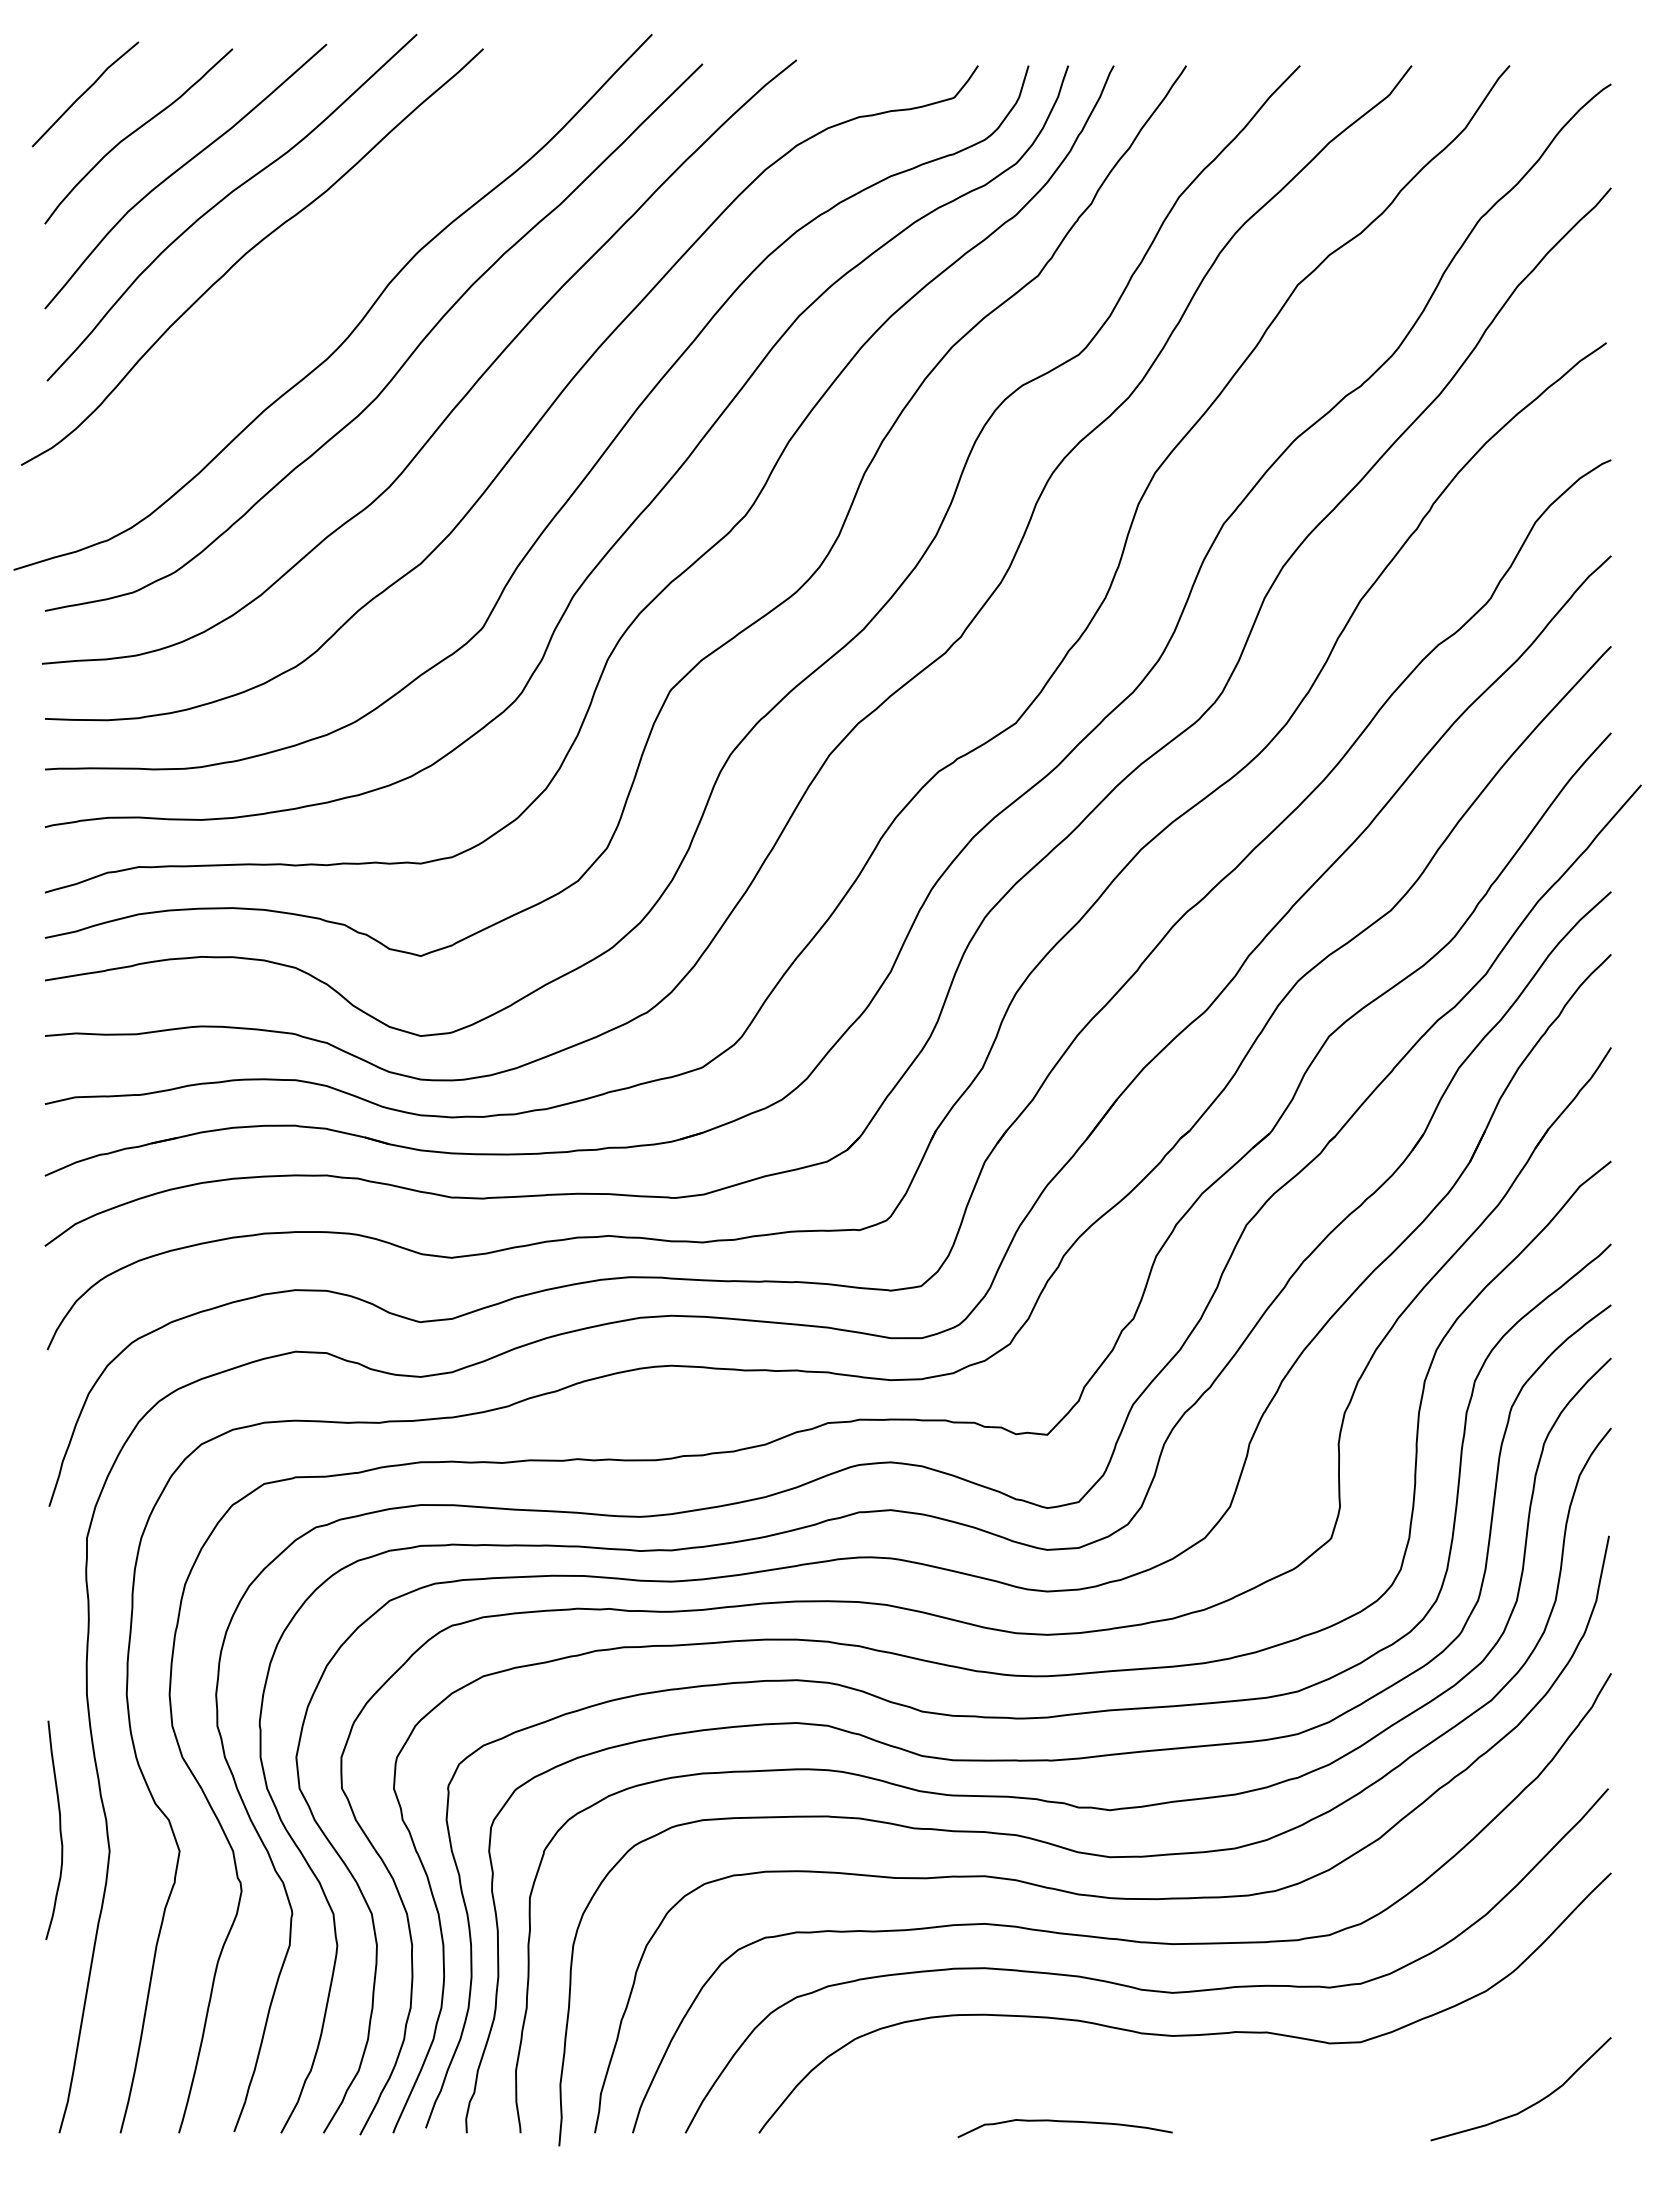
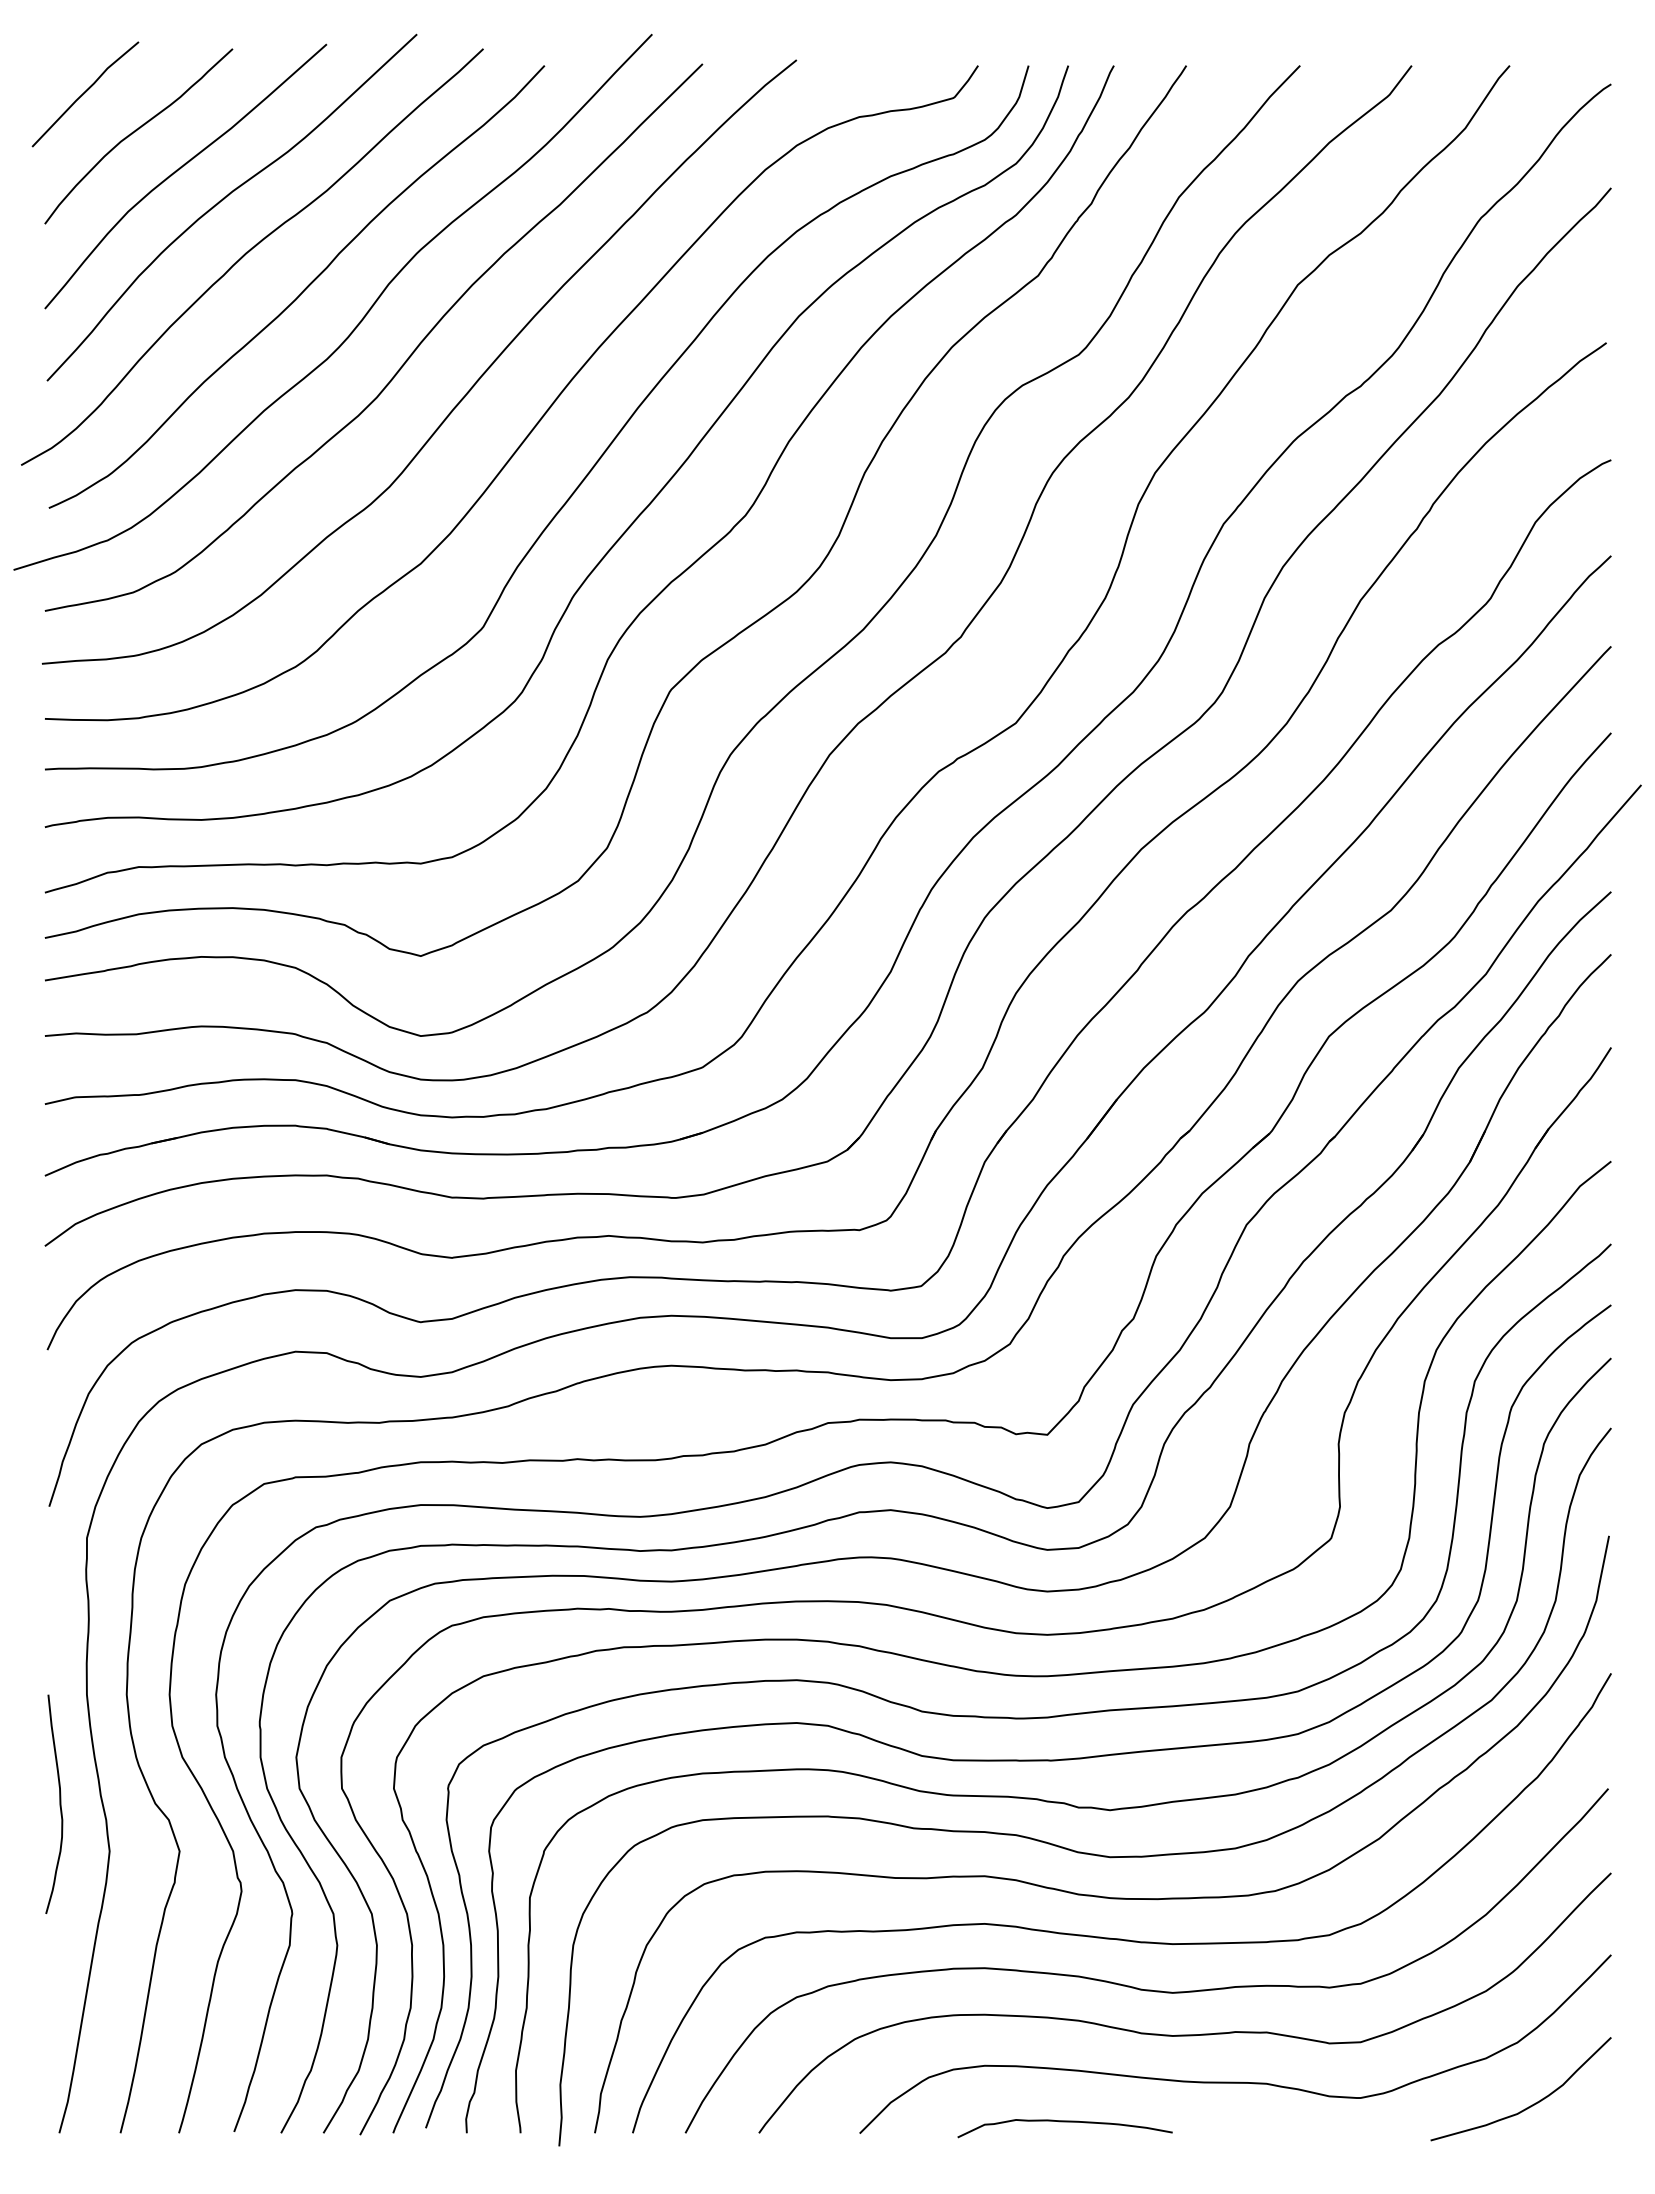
curve at (302, 290): none -> present
curve at (59, 1829) position: (59, 1829) -> (59, 1803)
curve at (1235, 2081): none -> present
